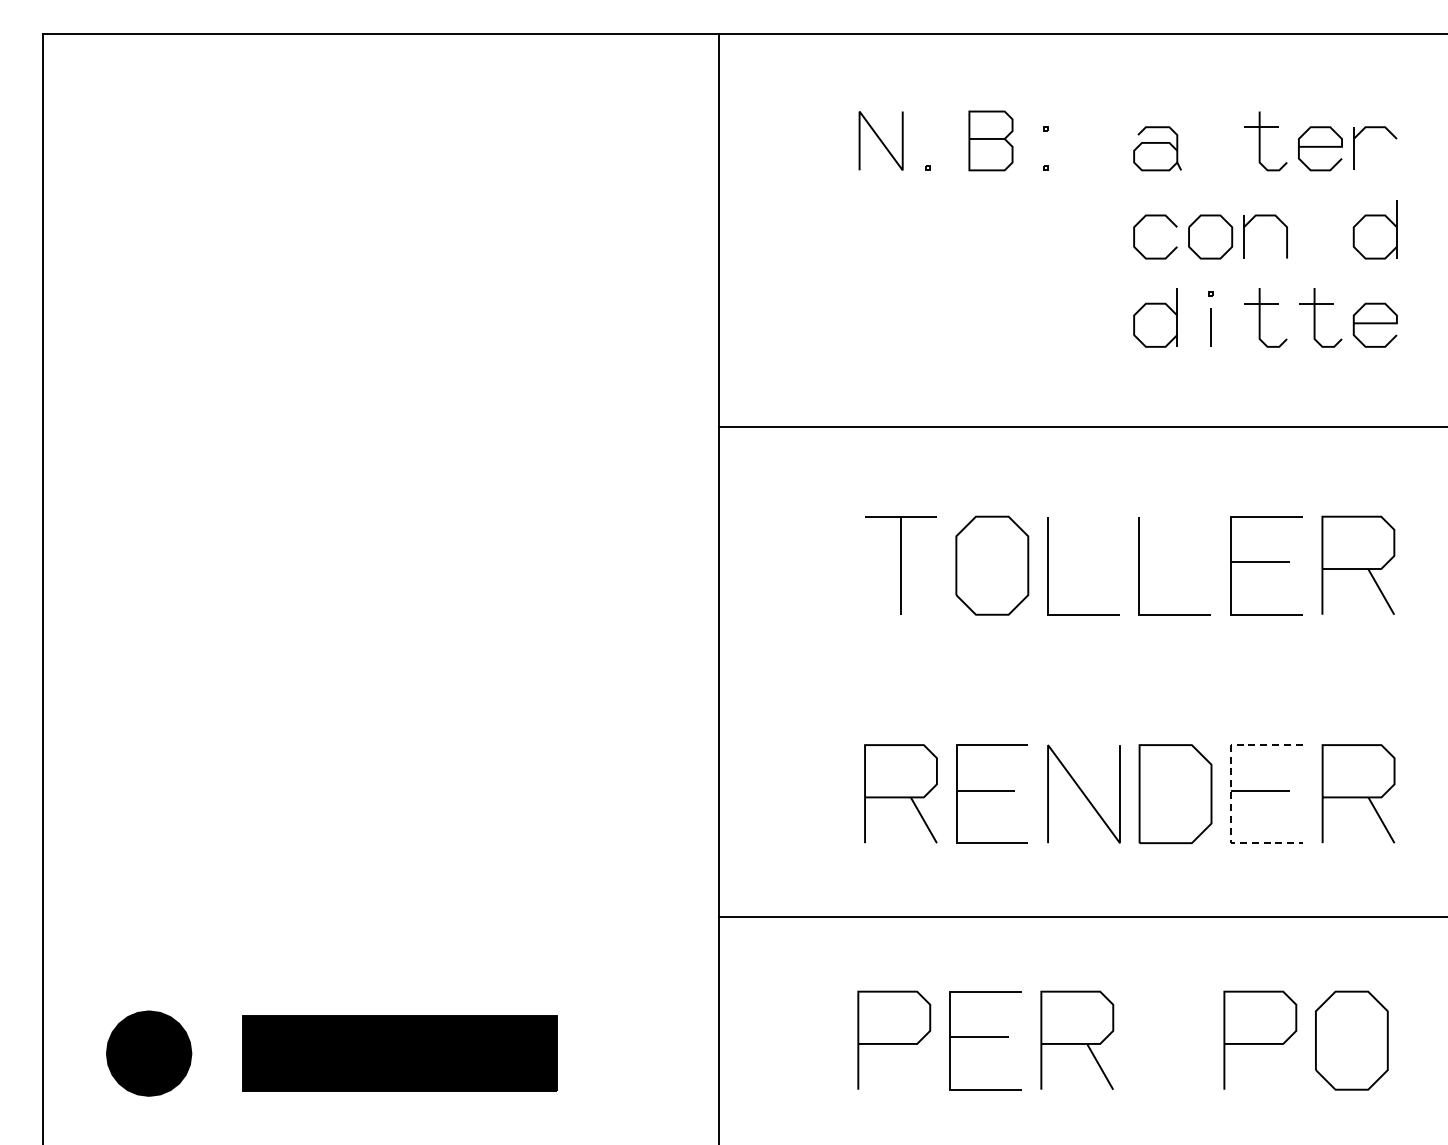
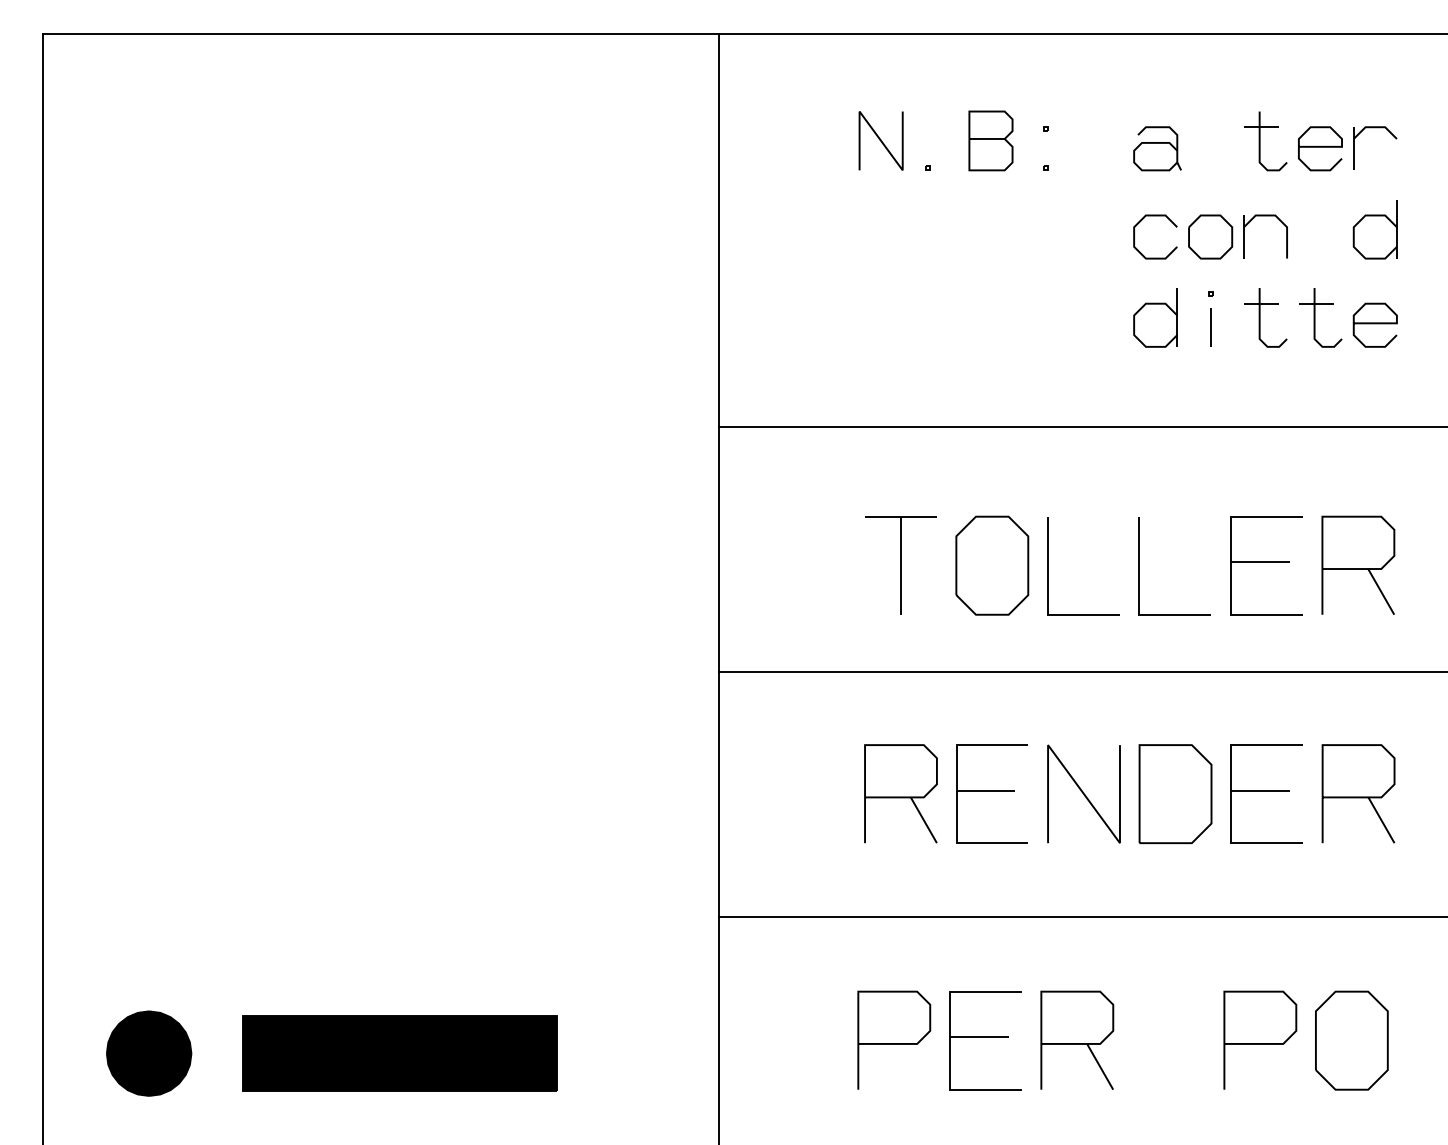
line at (1081, 671): none -> present
line at (1231, 794): dashed -> solid
